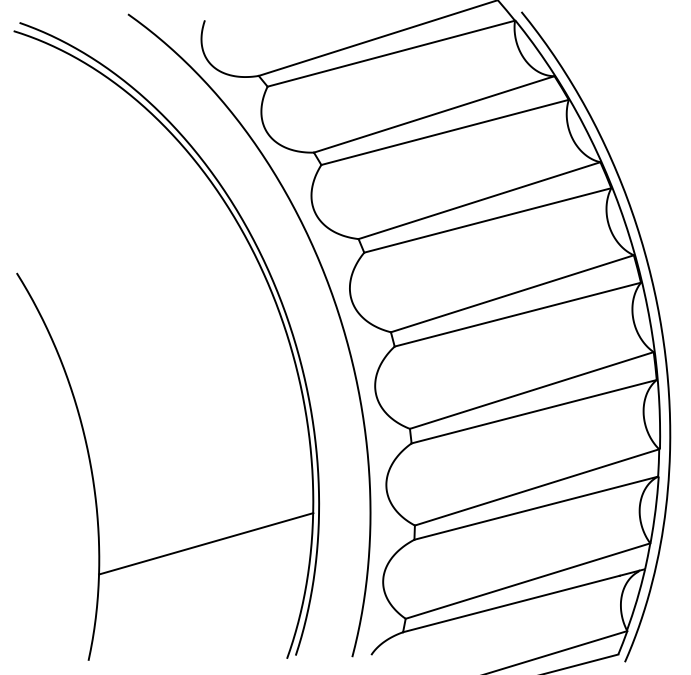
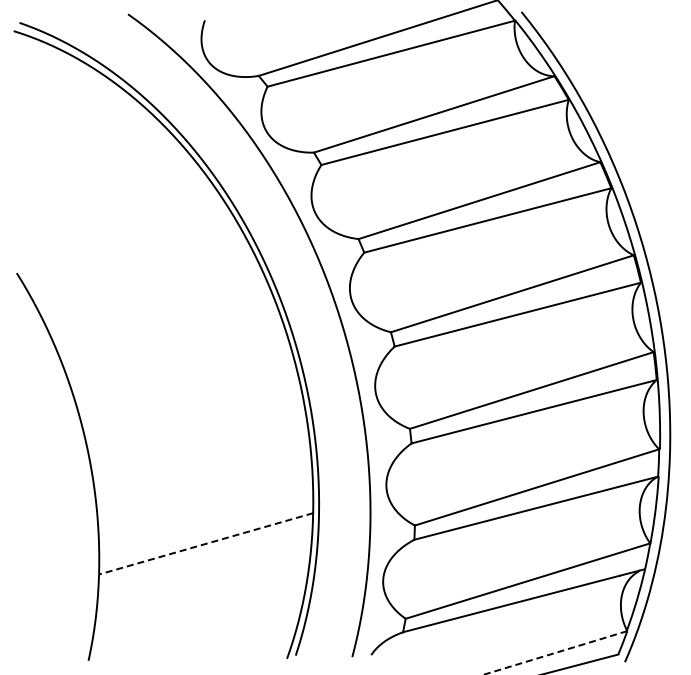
line at (205, 543): solid -> dashed
line at (554, 653): solid -> dashed
